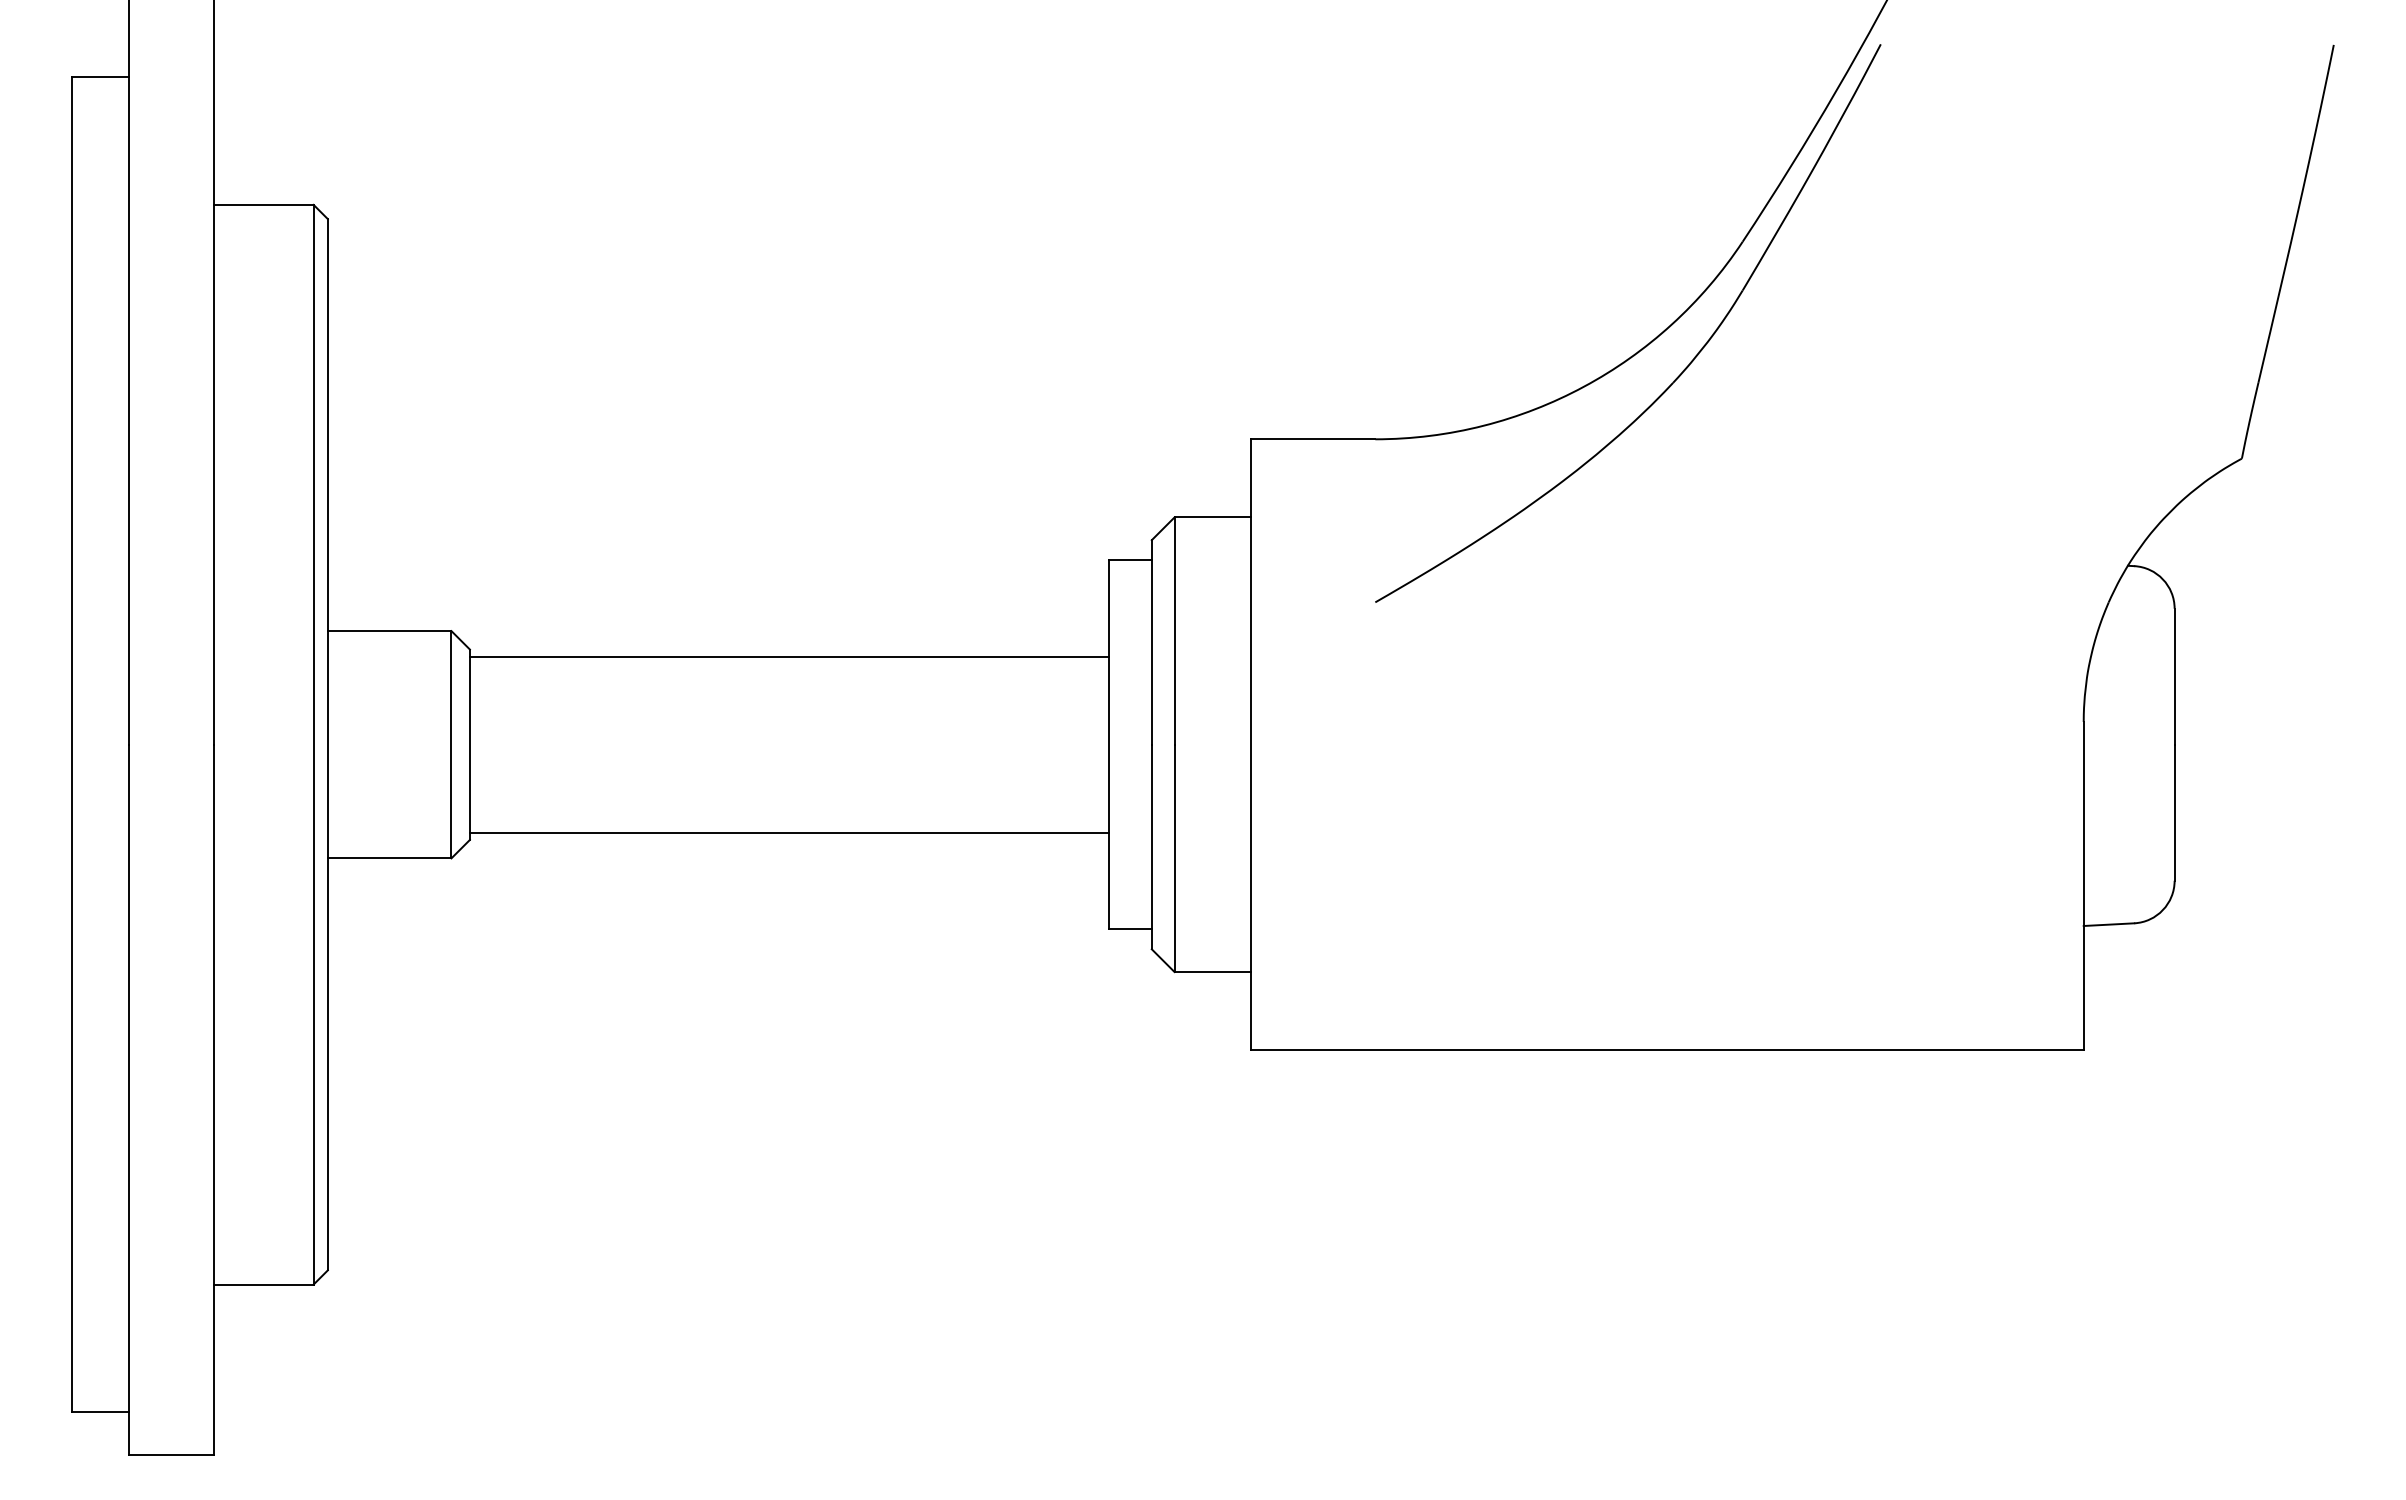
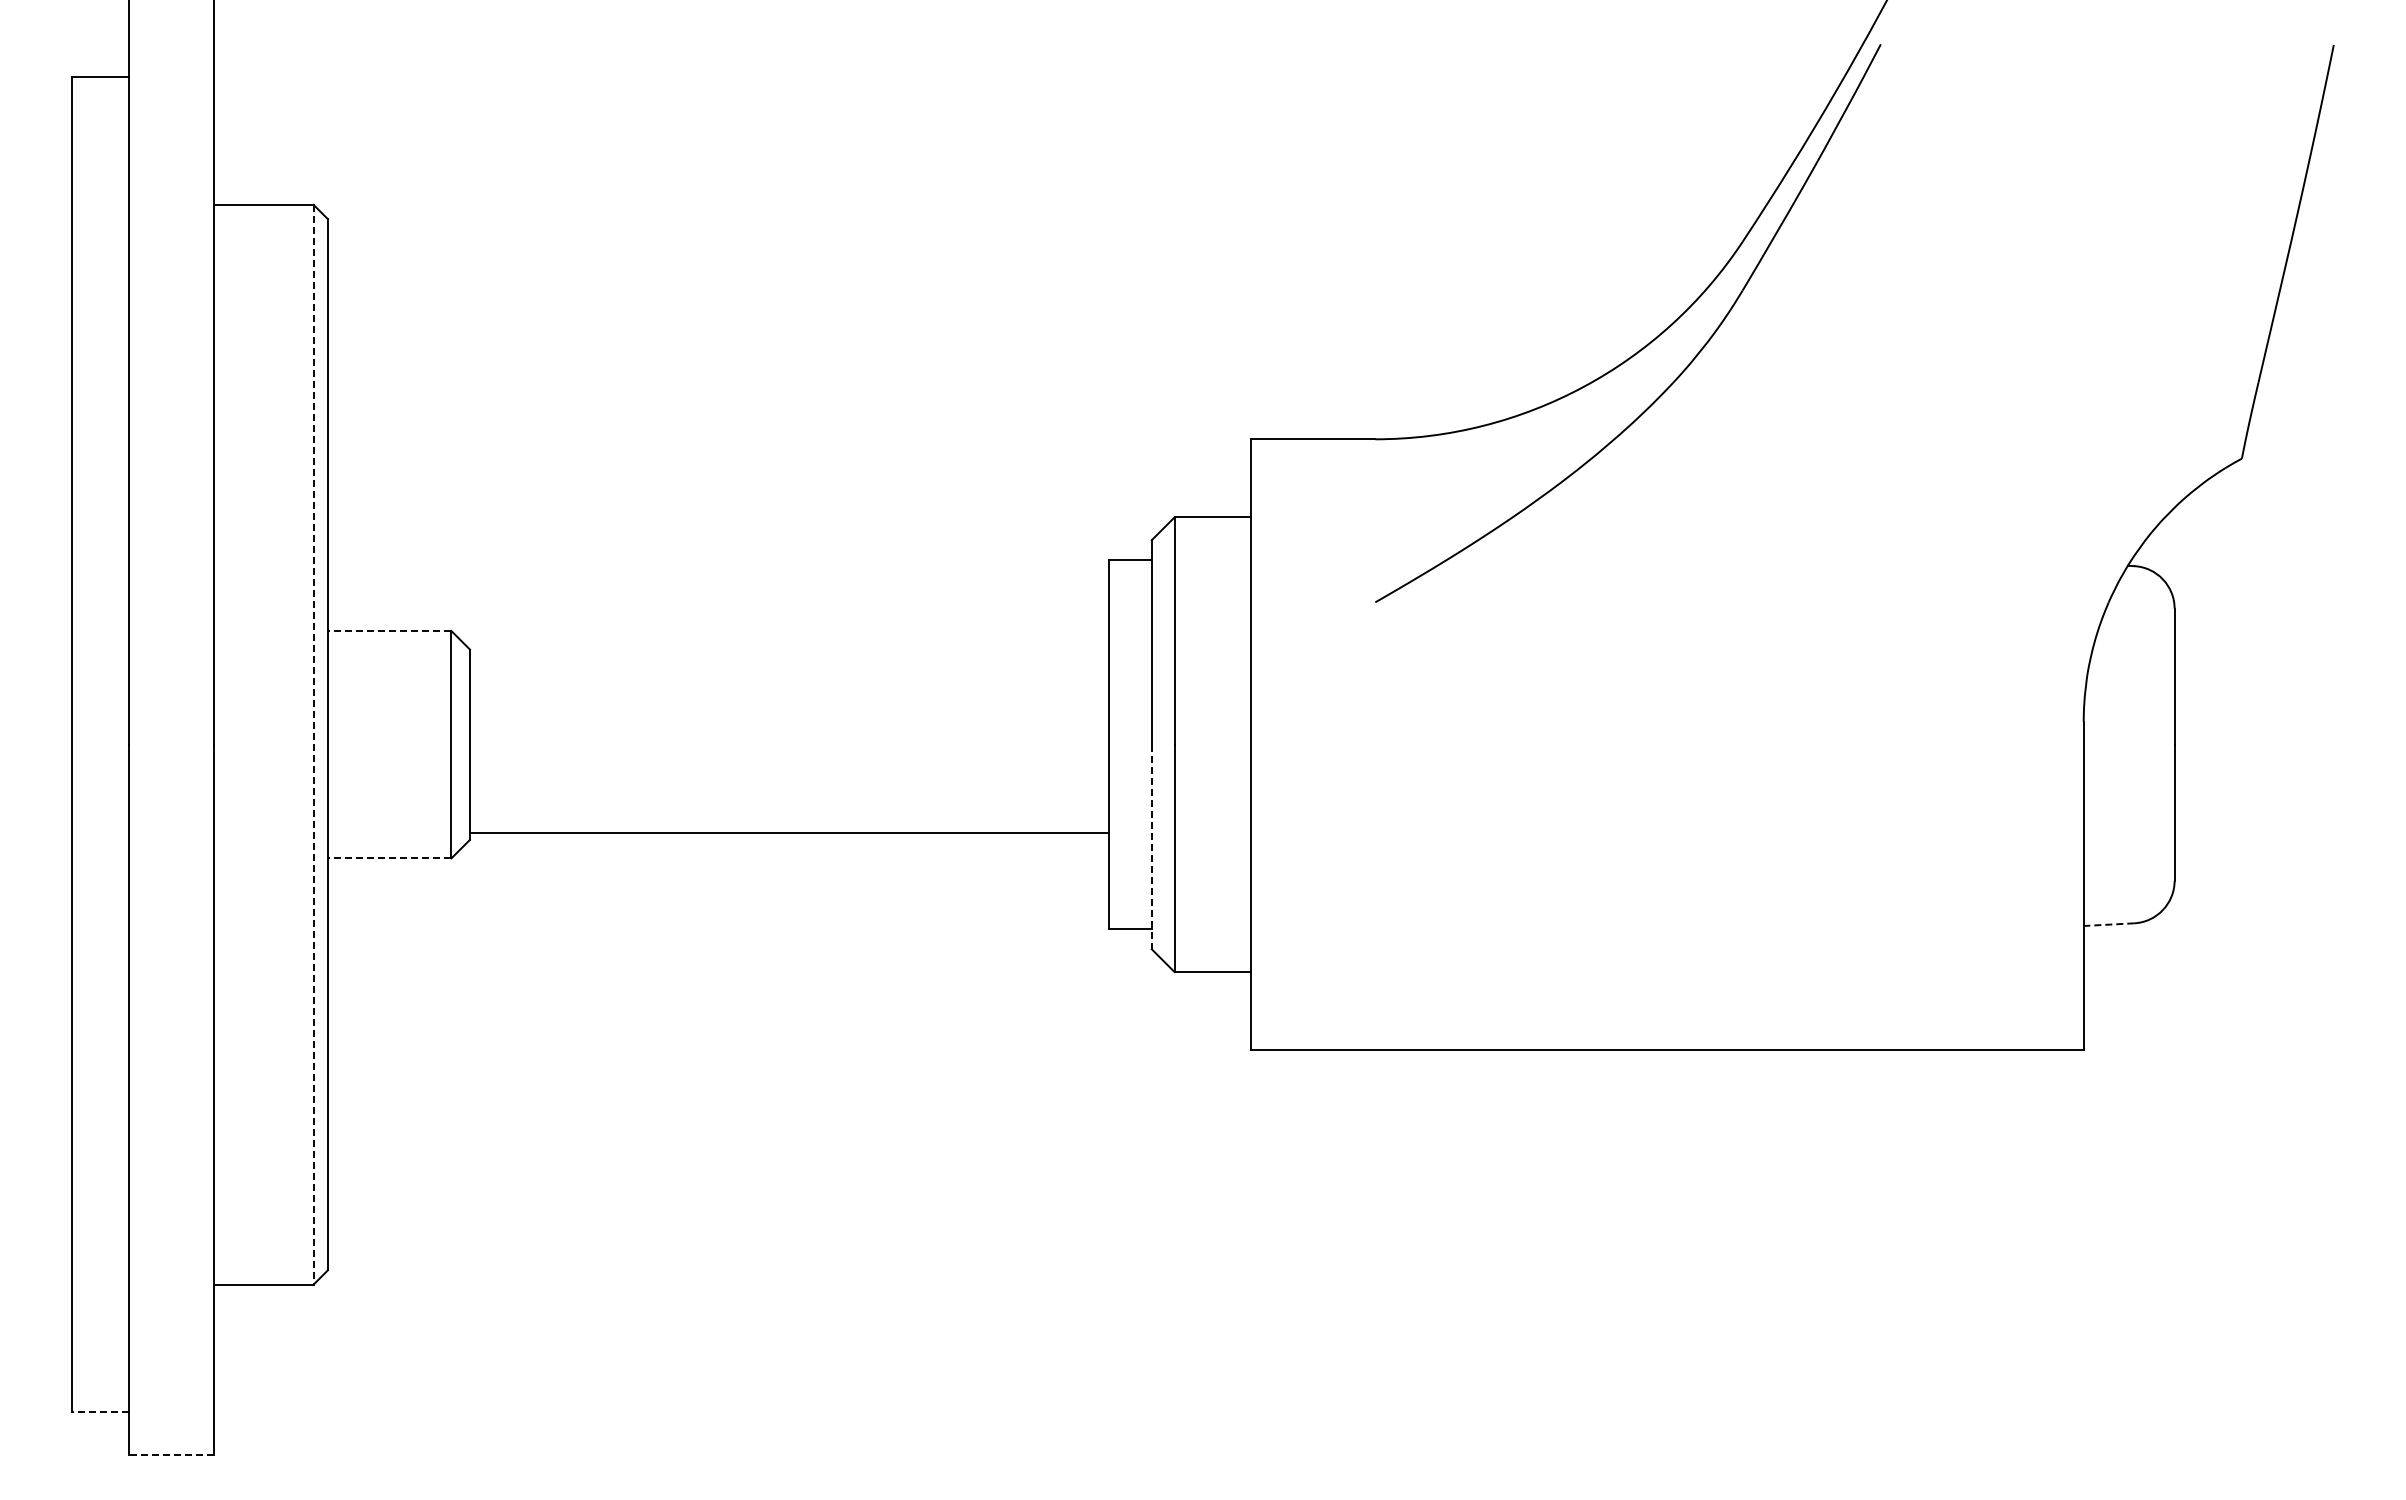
line at (389, 631): solid -> dashed
line at (789, 656): present -> none
line at (313, 744): solid -> dashed
line at (1151, 847): solid -> dashed
line at (389, 858): solid -> dashed
line at (2108, 924): solid -> dashed
line at (100, 1412): solid -> dashed
line at (171, 1455): solid -> dashed
